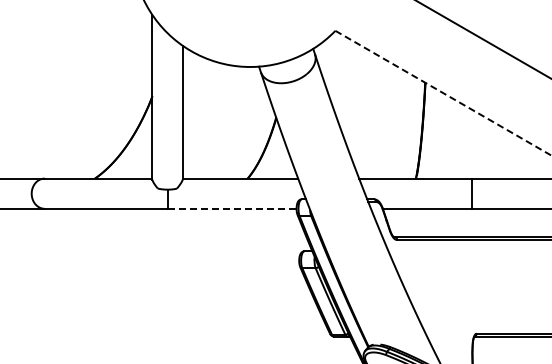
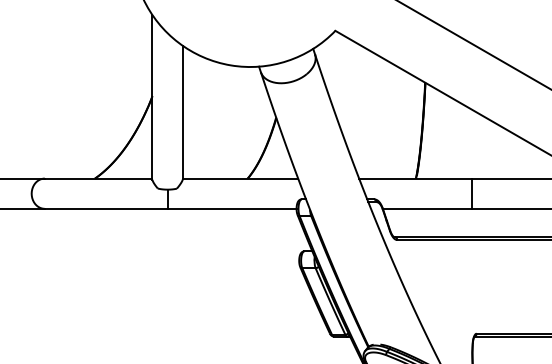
line at (483, 39) position: (483, 39) -> (473, 45)
line at (443, 93): dashed -> solid
line at (232, 208): dashed -> solid
